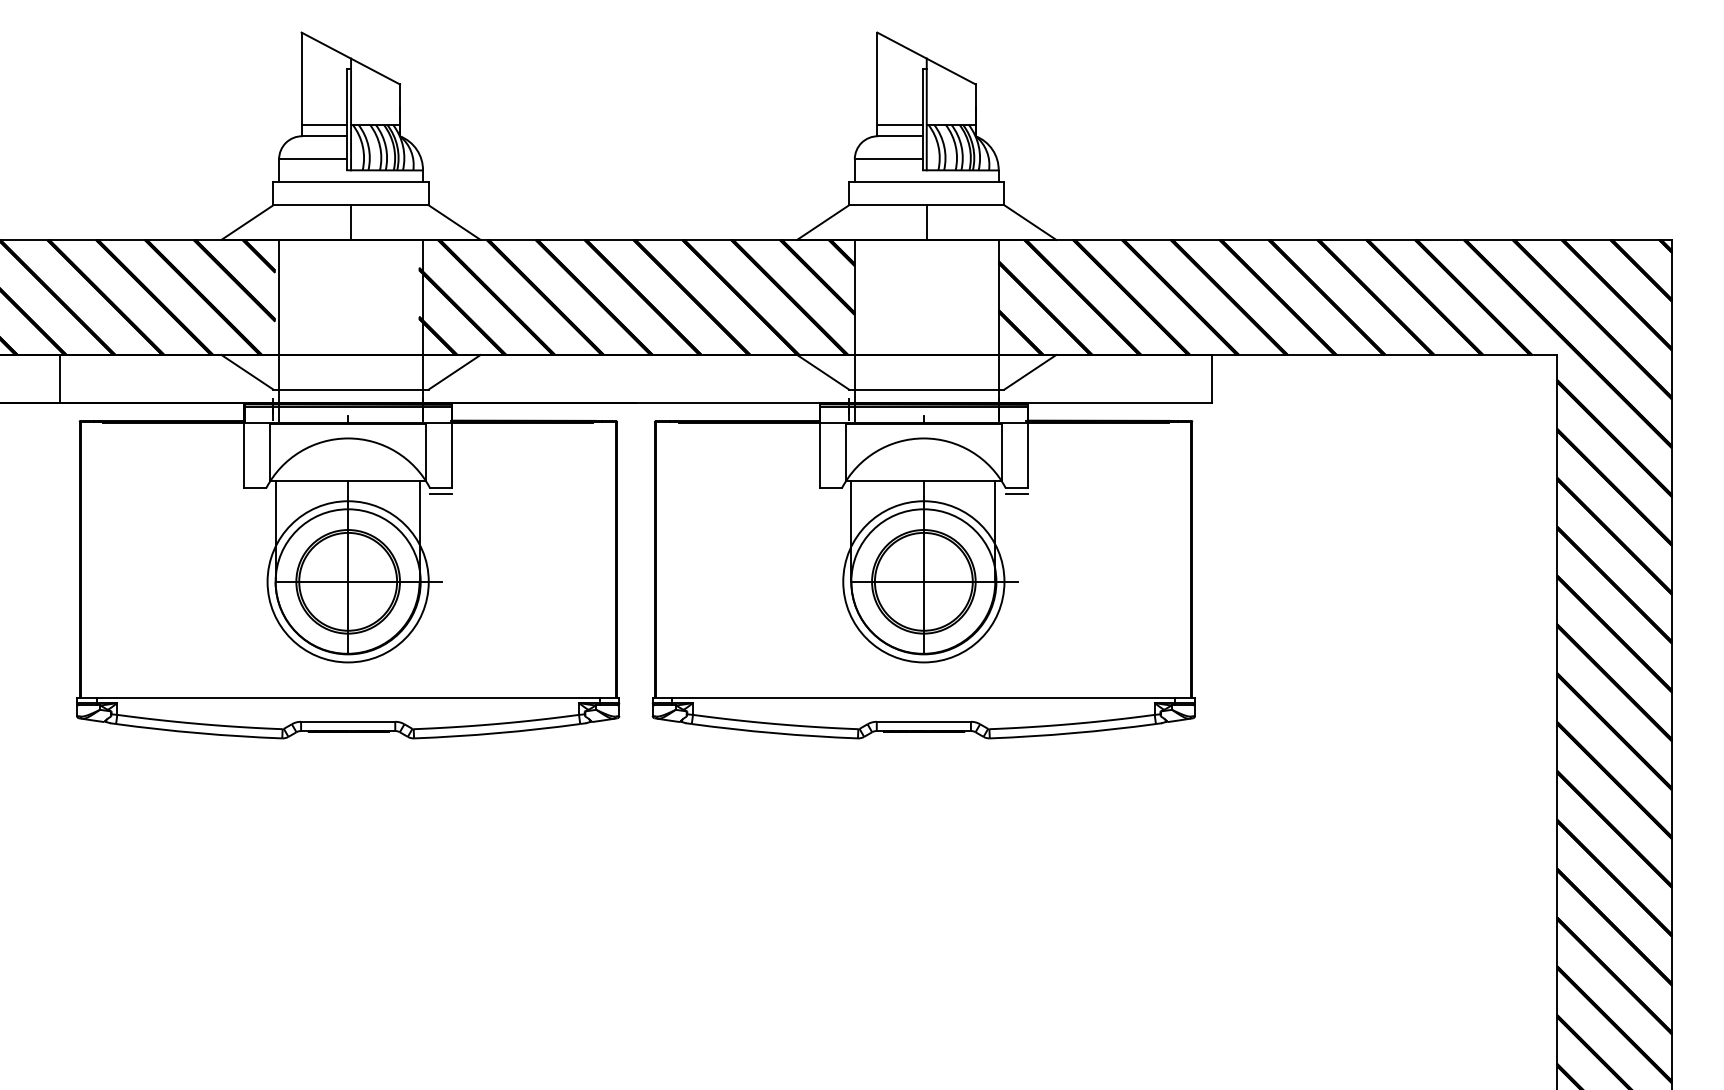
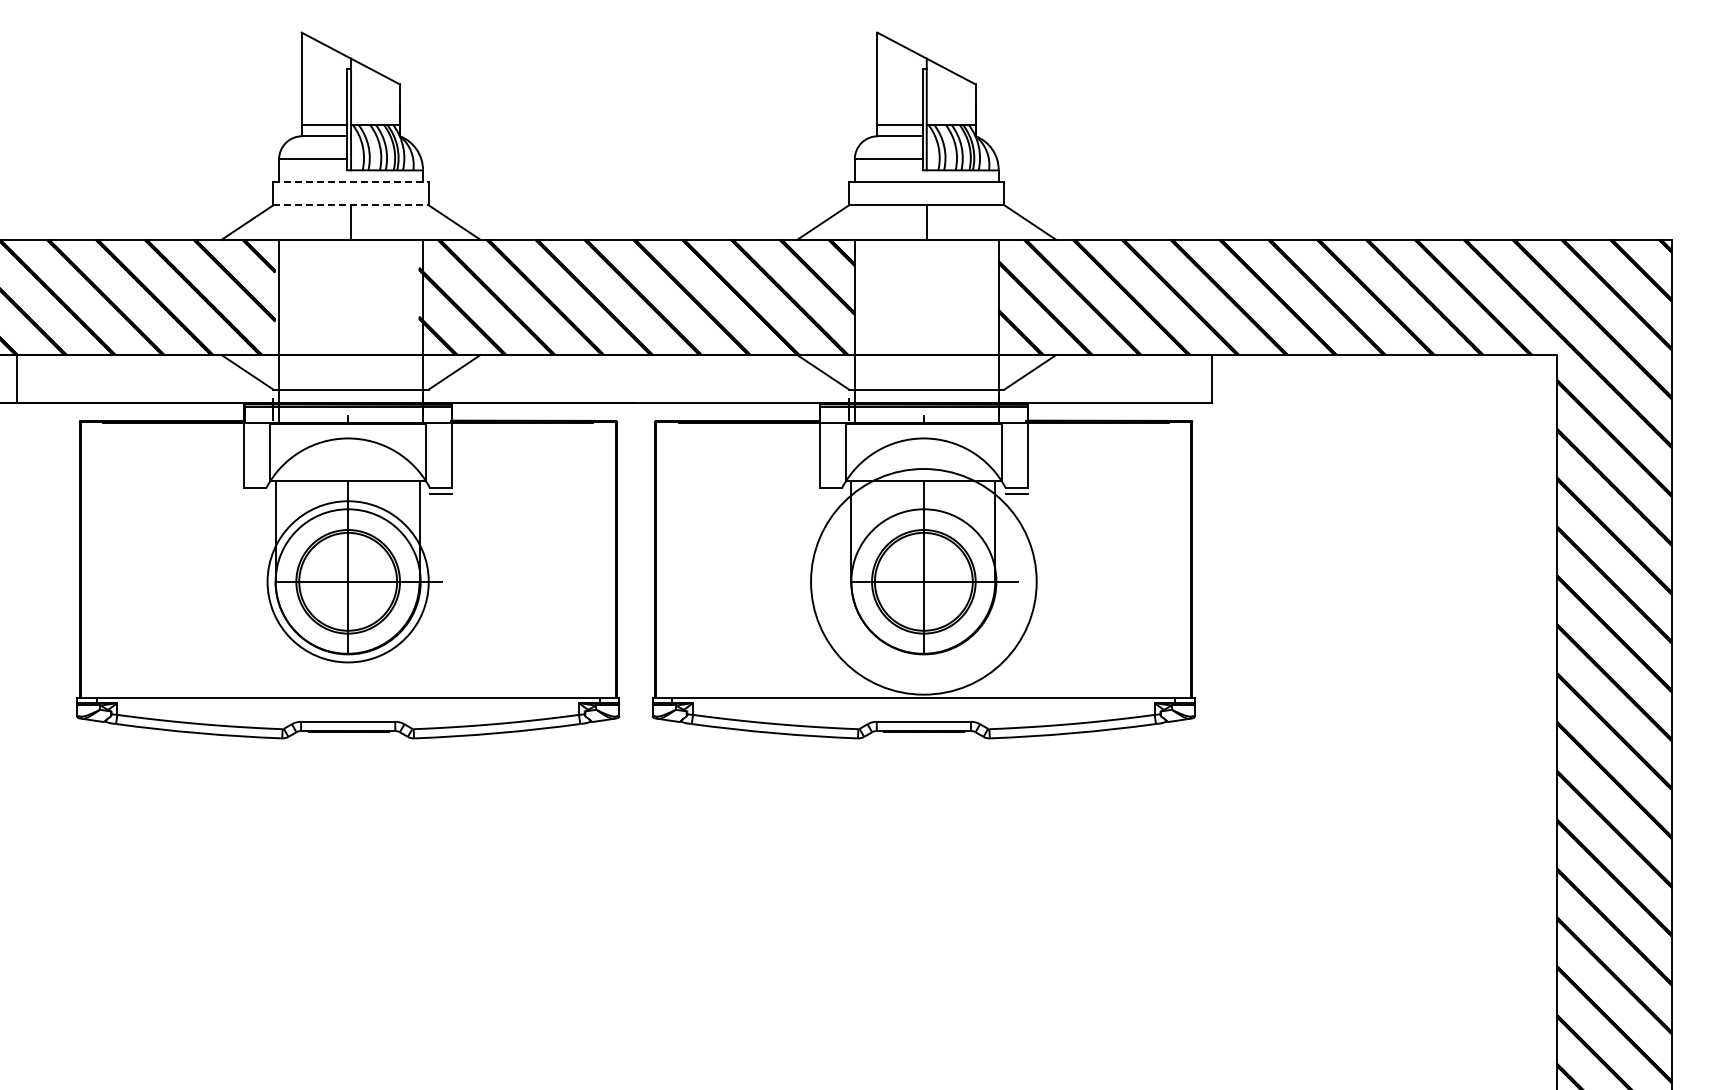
line at (351, 182): solid -> dashed
line at (351, 205): solid -> dashed
line at (59, 379) position: (59, 379) -> (16, 379)
circle at (923, 581) diameter: 161 px -> 226 px
